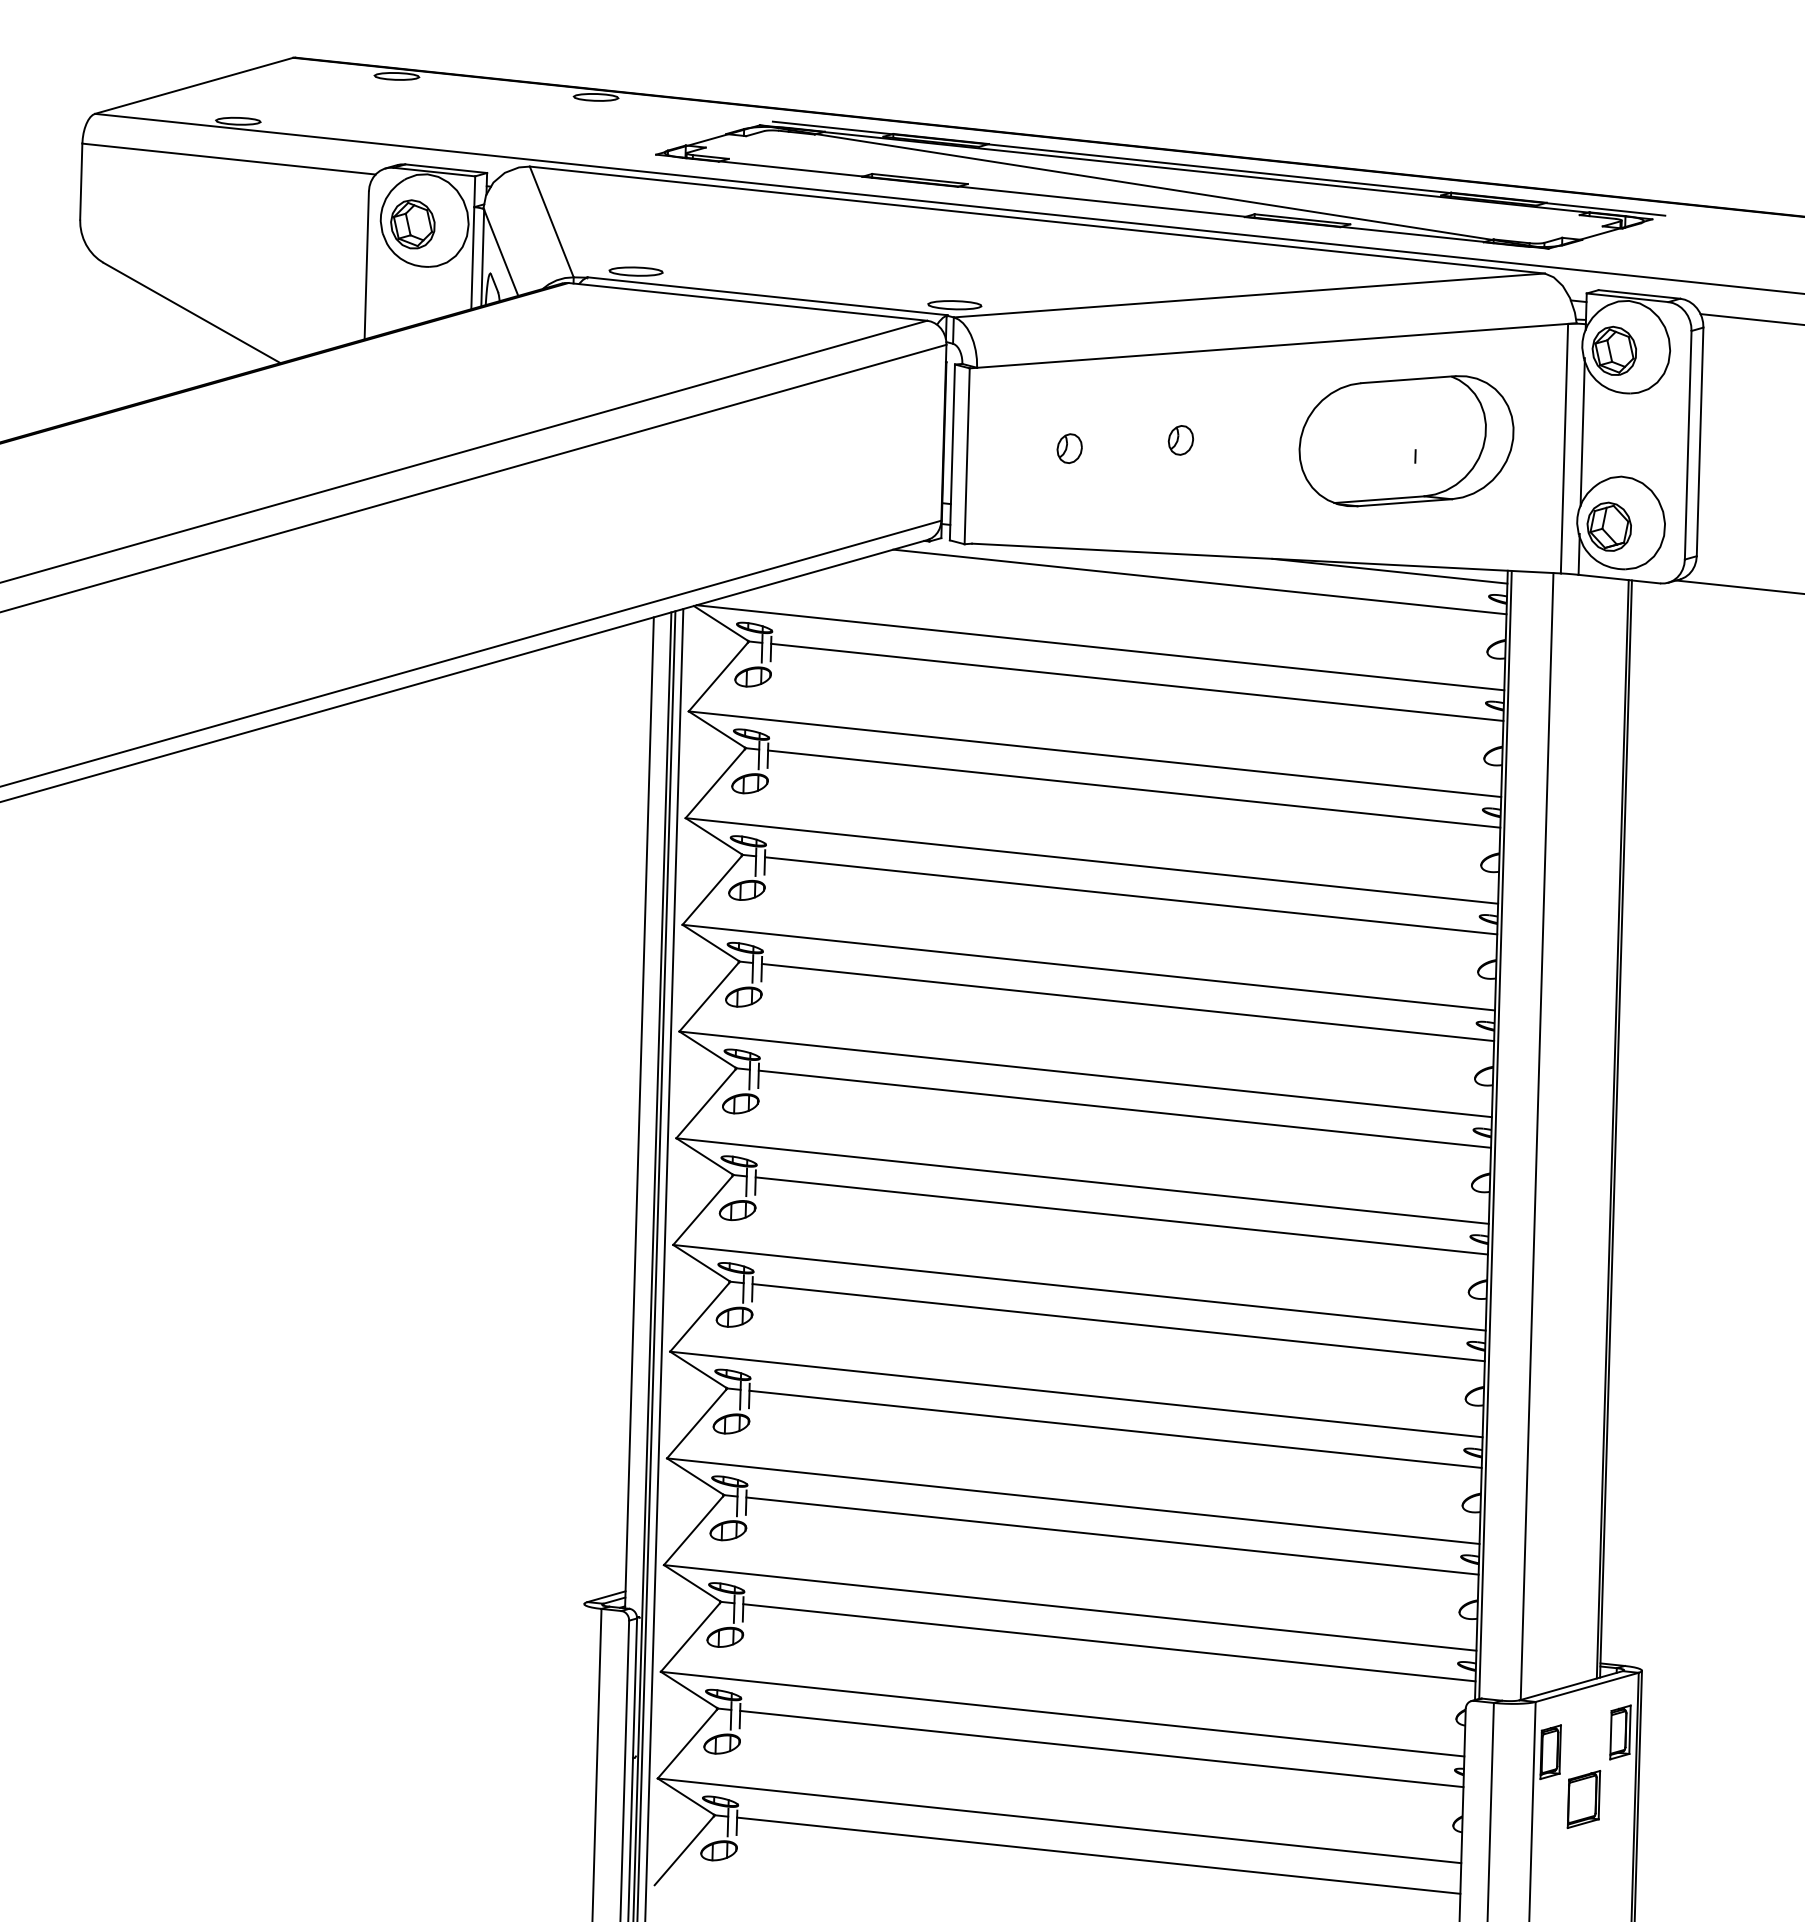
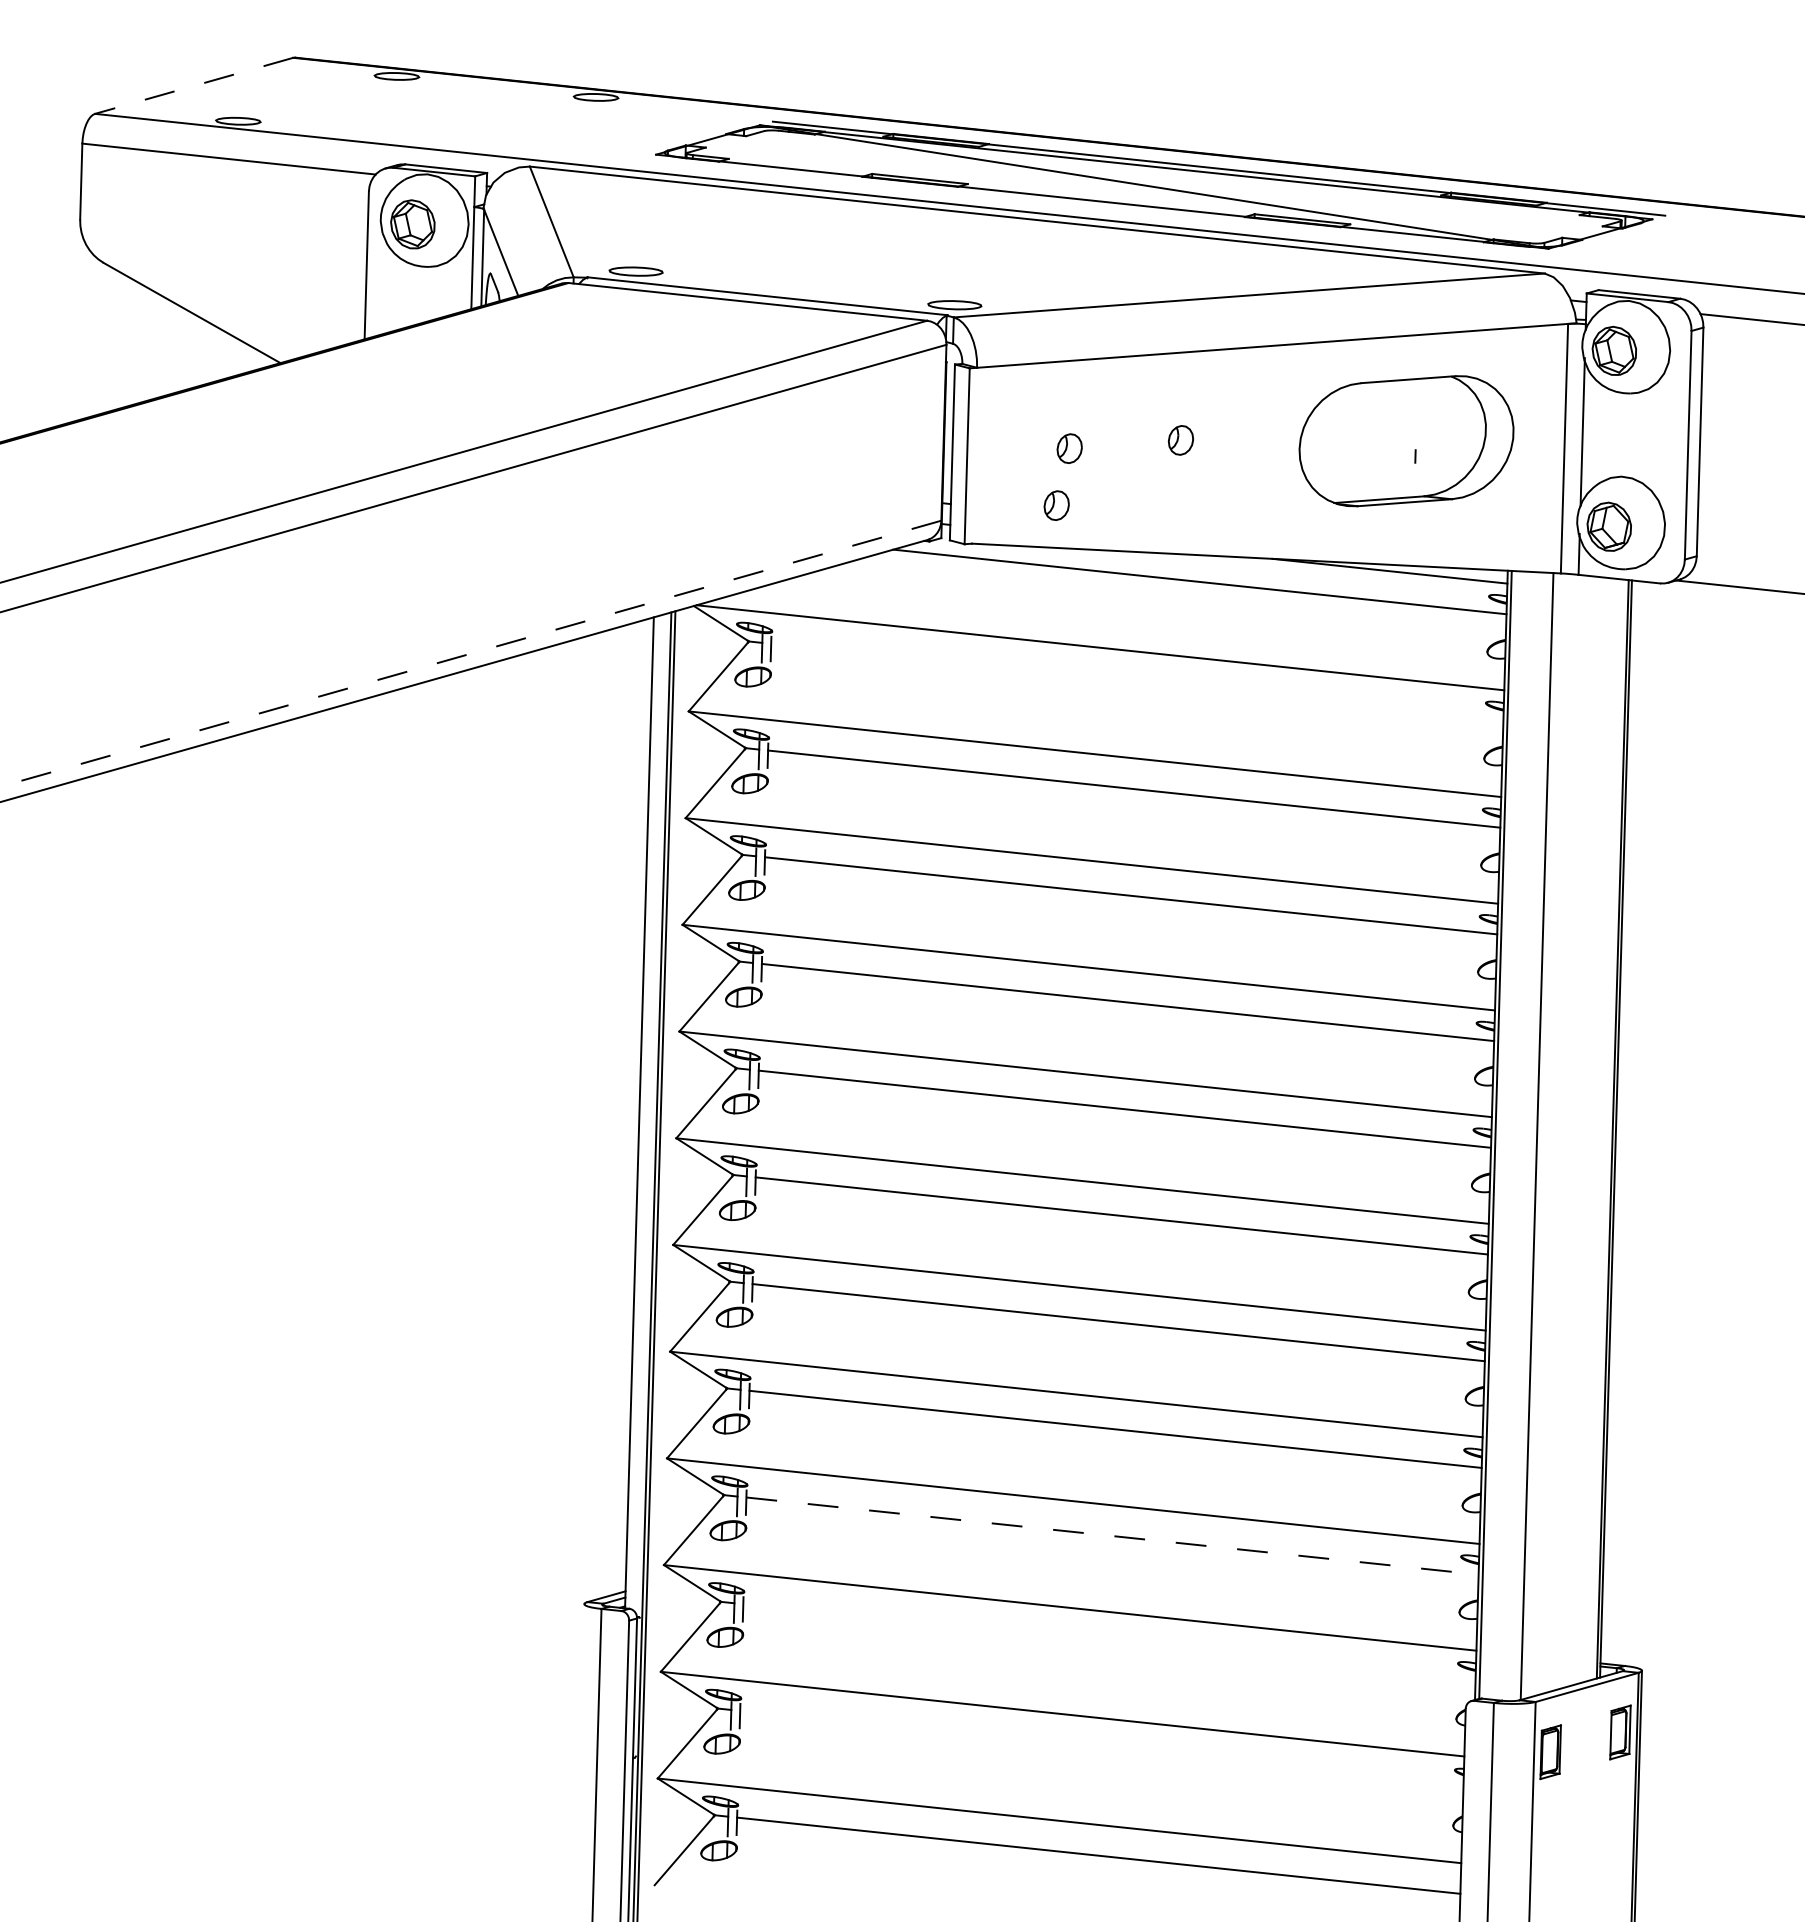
line at (194, 85): solid -> dashed
part at (1056, 505): none -> present
line at (470, 653): solid -> dashed
line at (1137, 681): present -> none
line at (664, 1263): present -> none
line at (1113, 1536): solid -> dashed
line at (1109, 1642): present -> none
line at (1101, 1748): present -> none
part at (1583, 1799): present -> none
